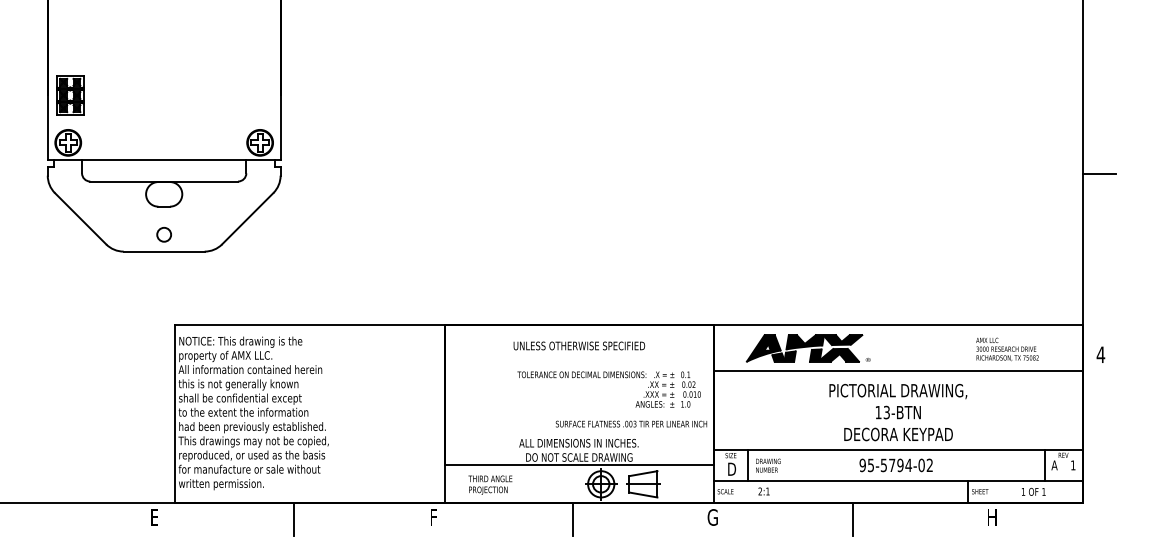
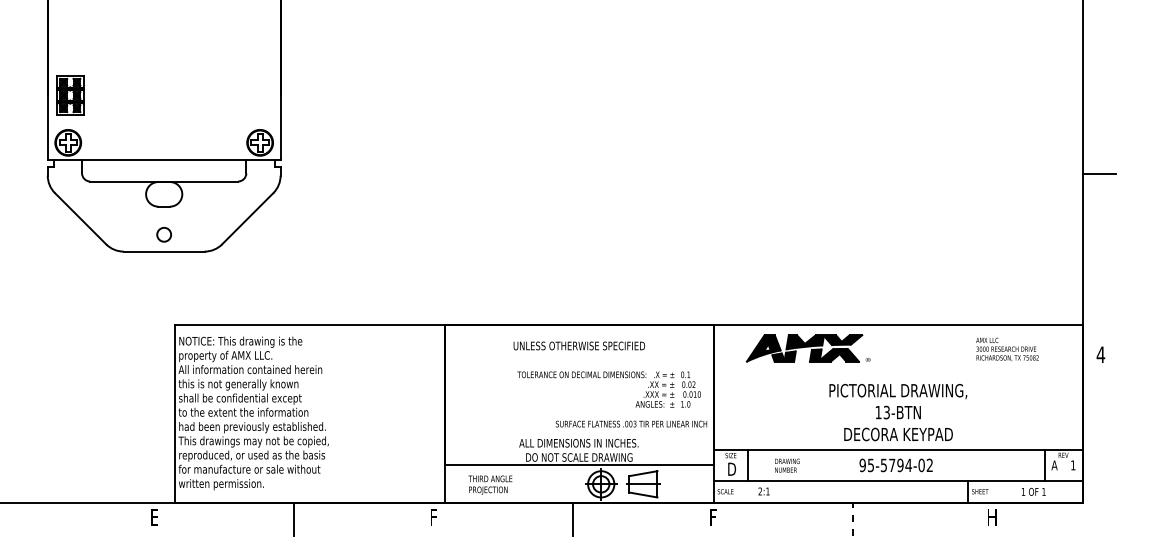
line at (898, 370): present -> none
text at (768, 465) position: (768, 465) -> (787, 465)
text at (712, 517): G -> F
line at (852, 518): solid -> dashed
